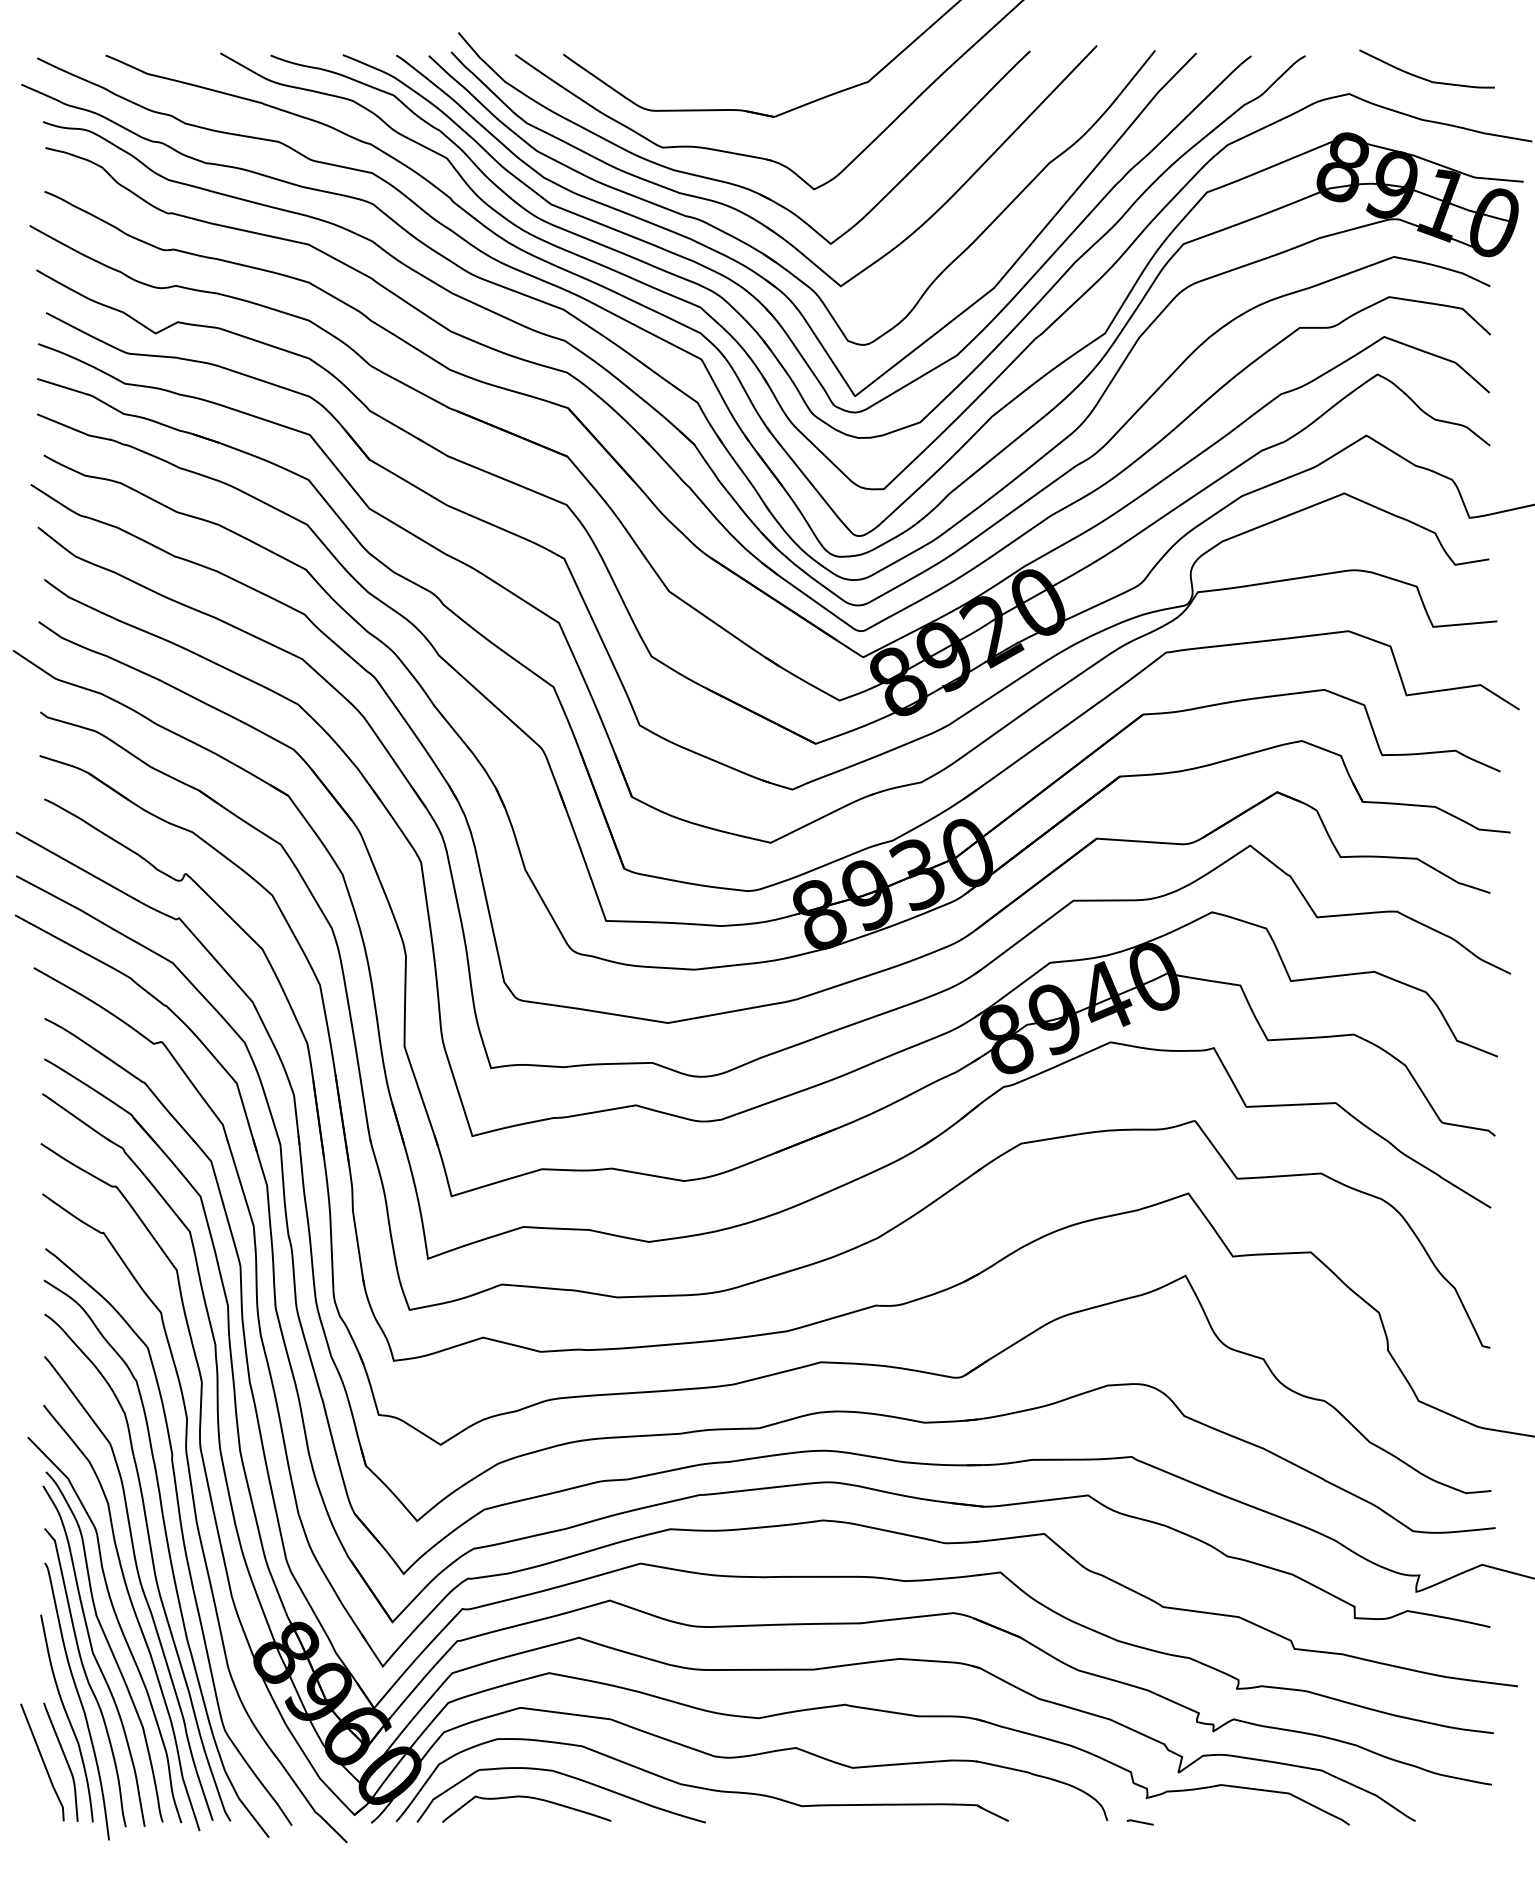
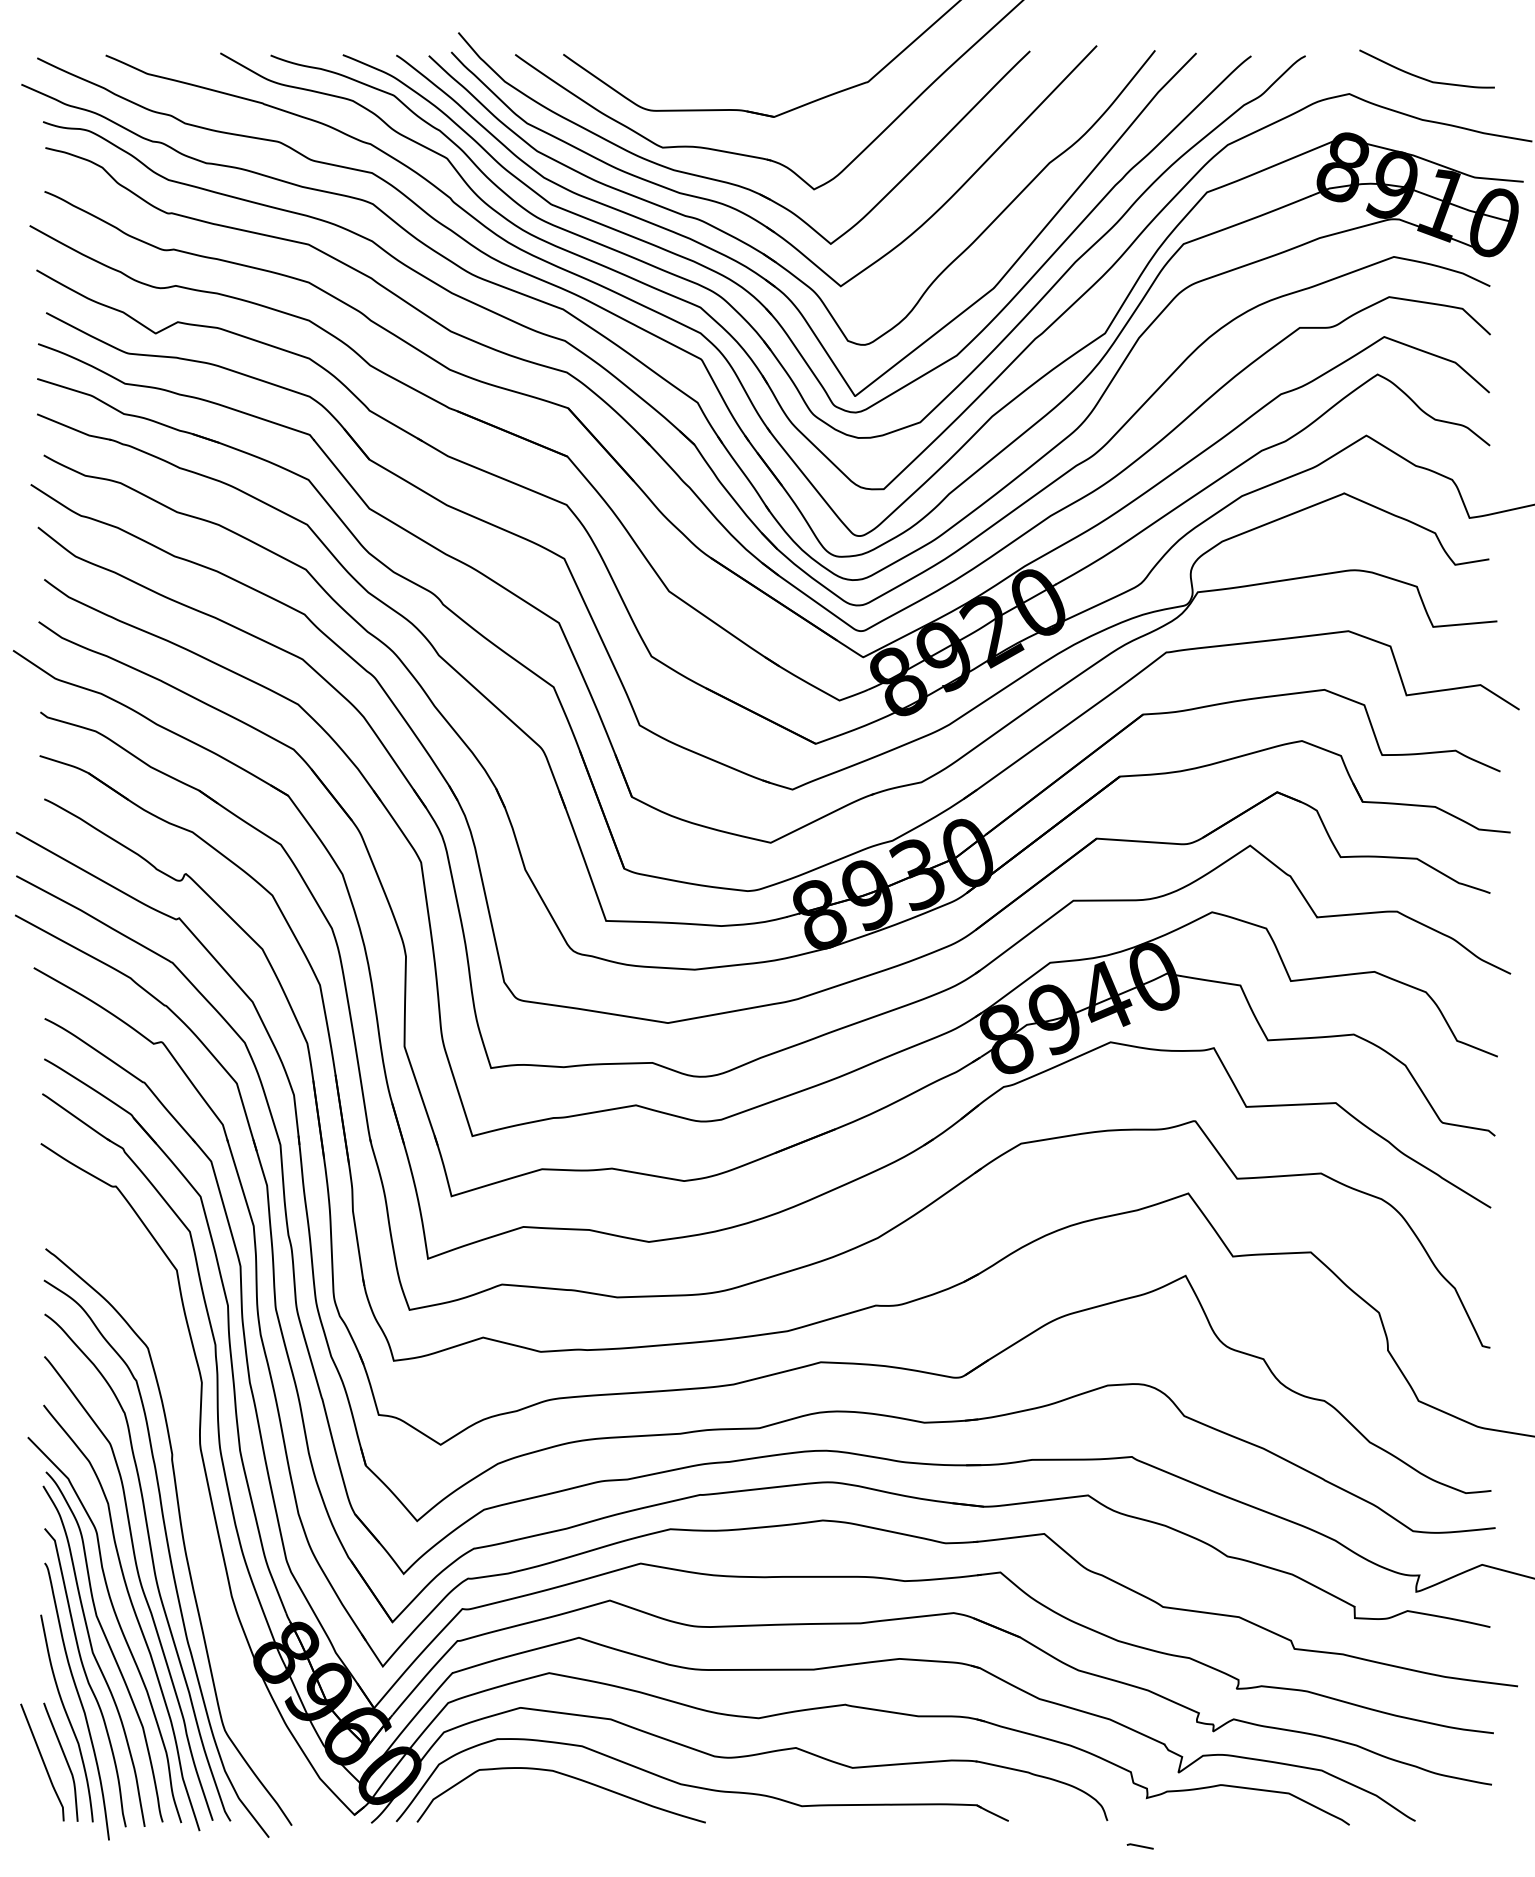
curve at (195, 1518): present -> none
curve at (528, 1798): present -> none
line at (1139, 1822) position: (1139, 1822) -> (1139, 1846)
